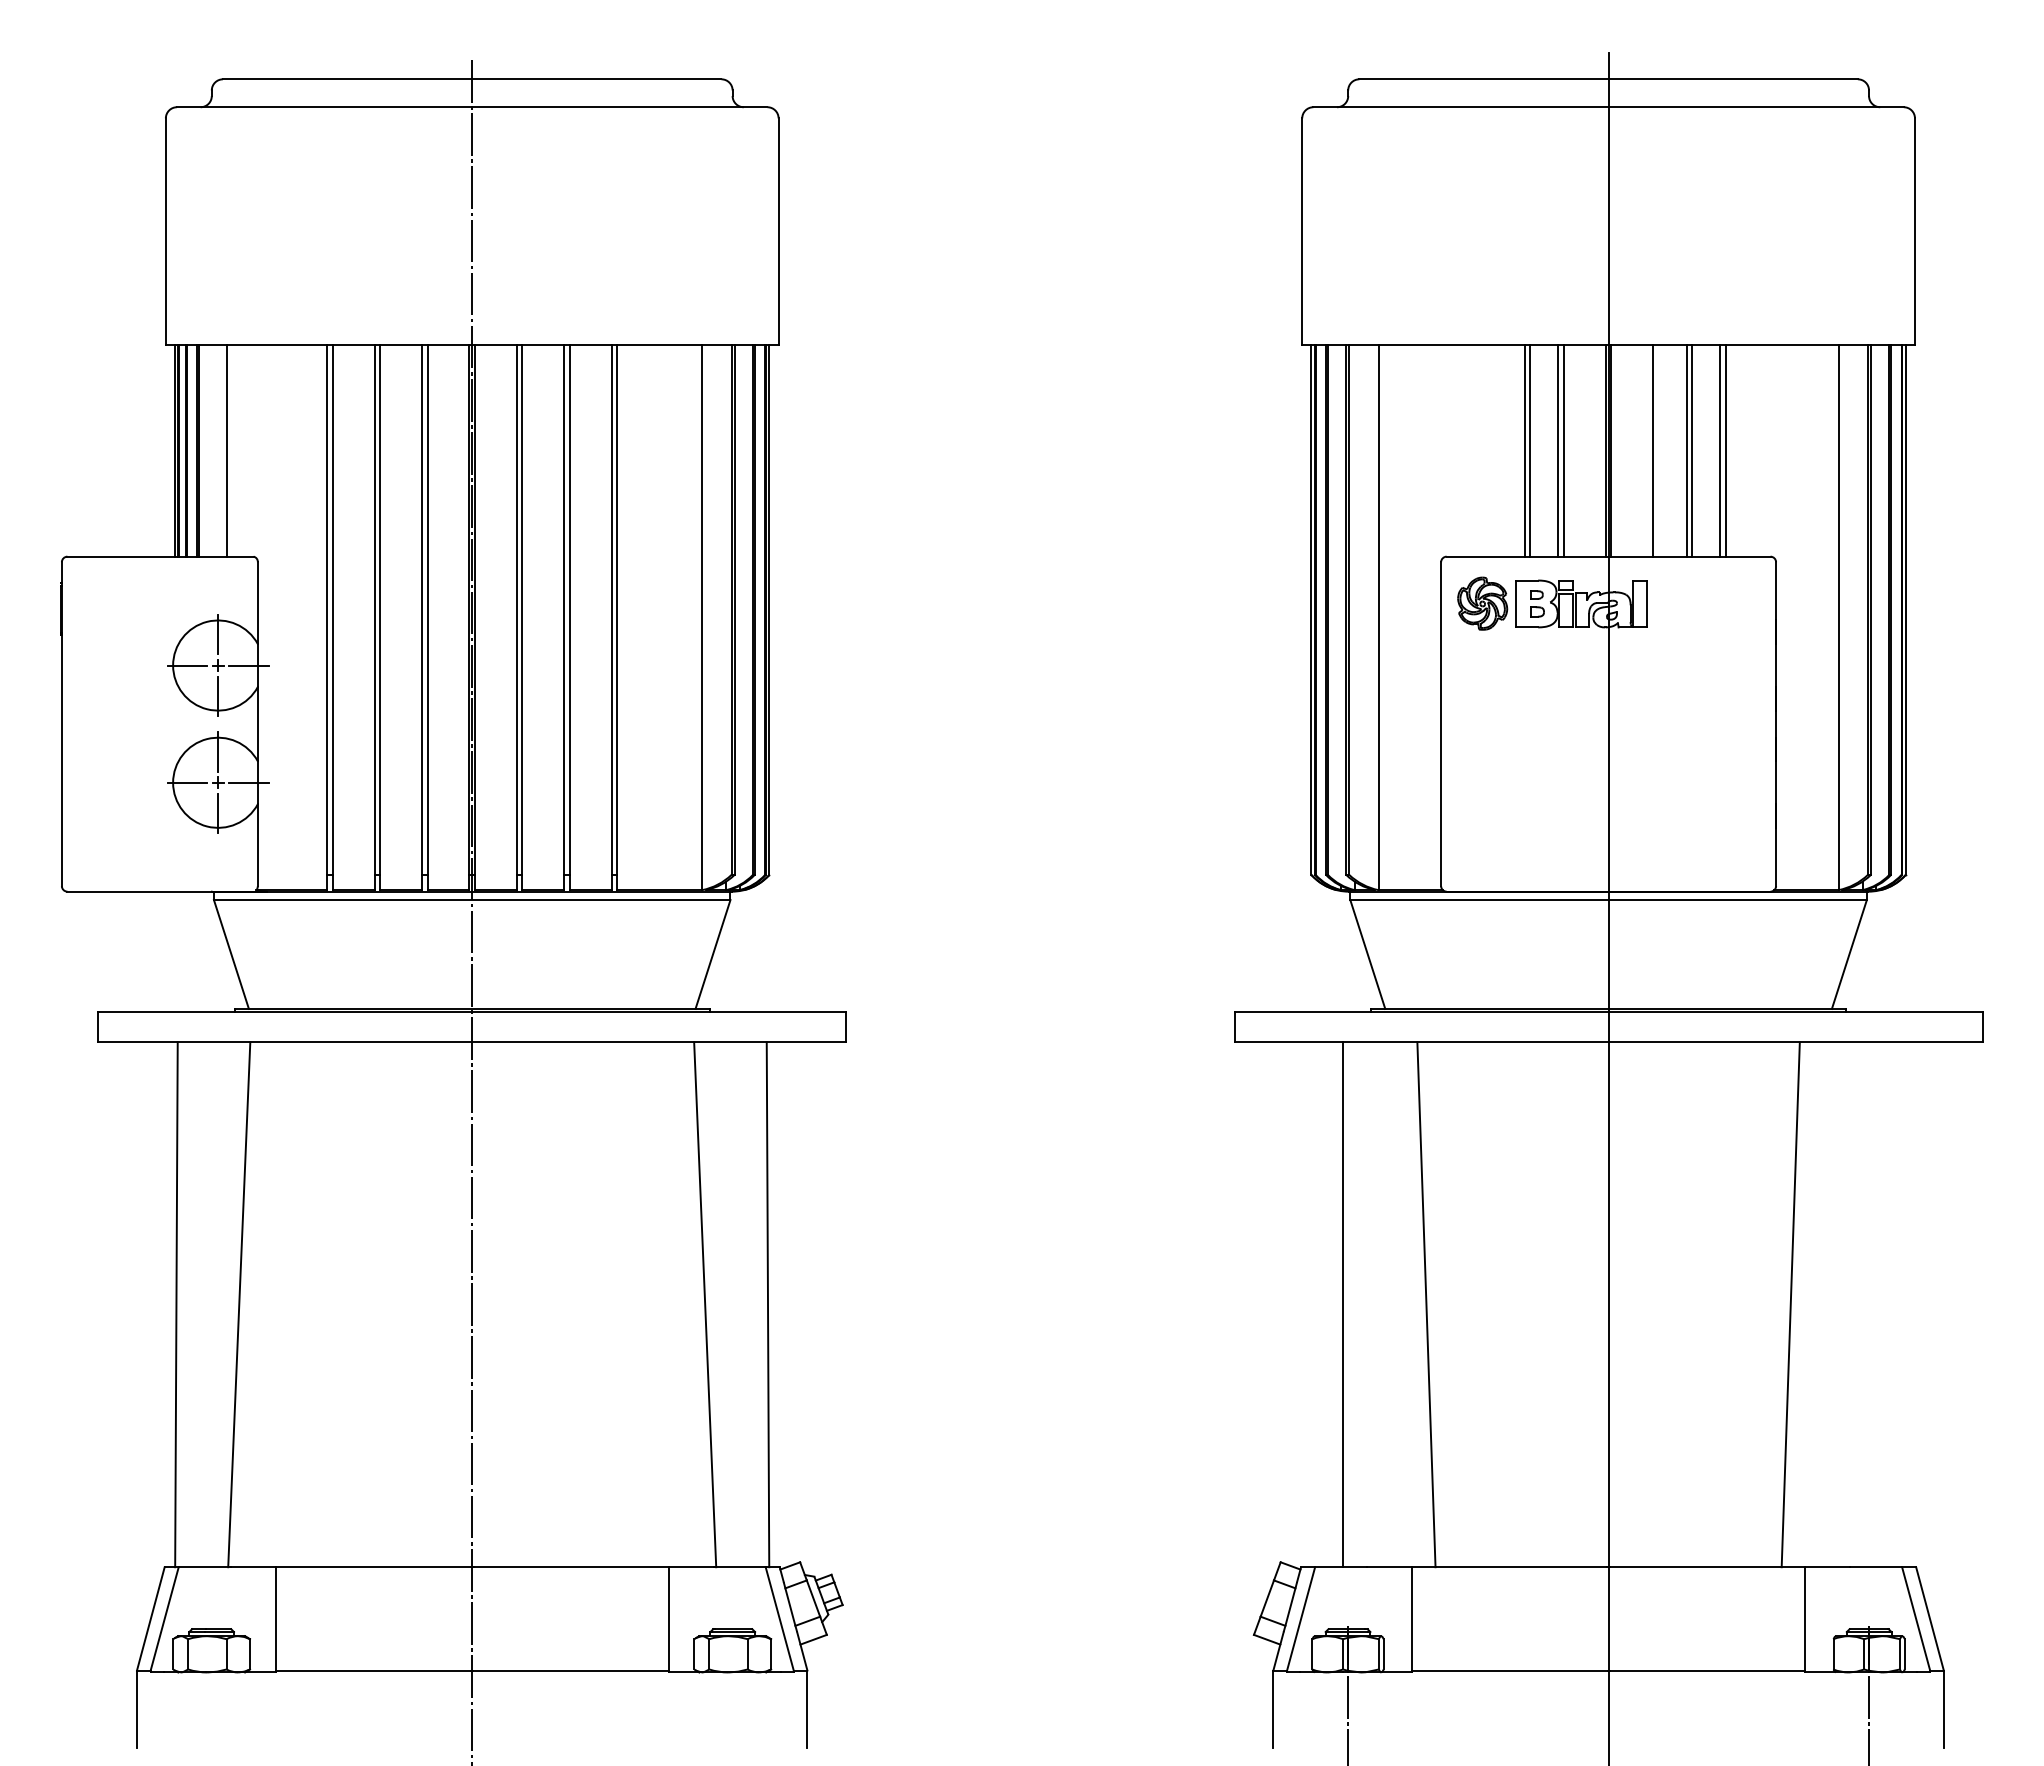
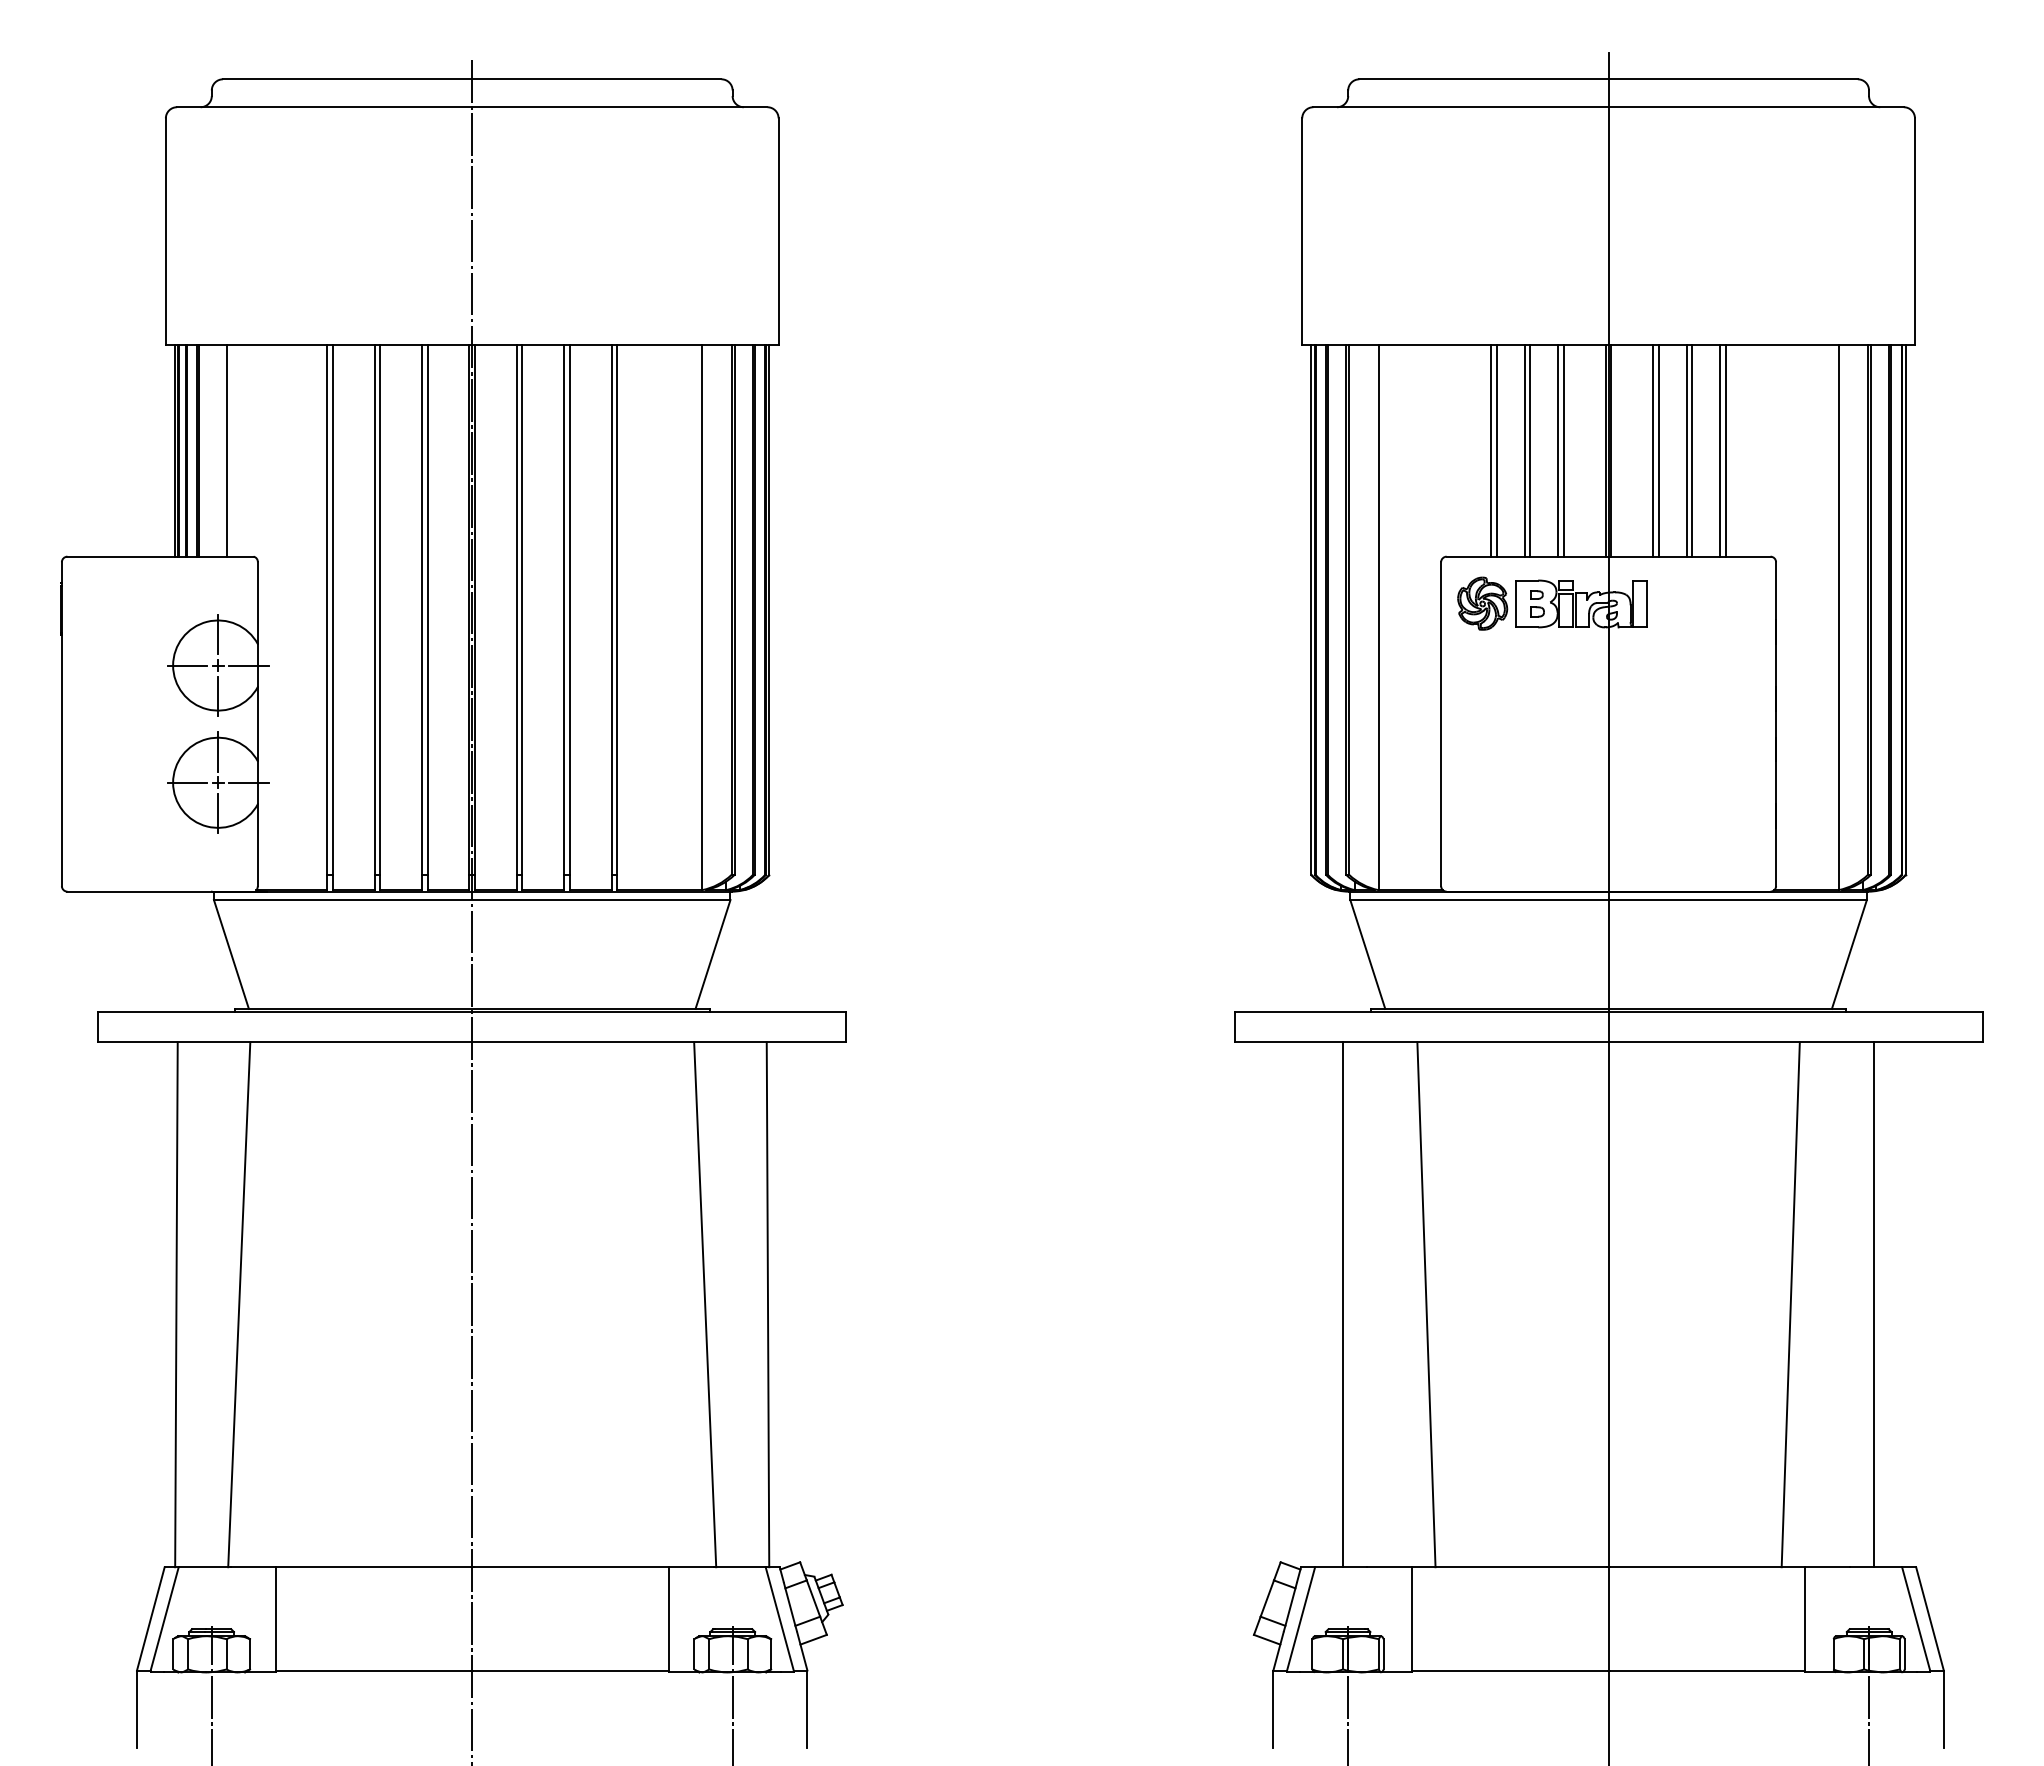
line at (1491, 450): none -> present
line at (1496, 450): none -> present
line at (1658, 450): none -> present
line at (1873, 1304): none -> present
line at (211, 1694): none -> present
line at (732, 1694): none -> present
